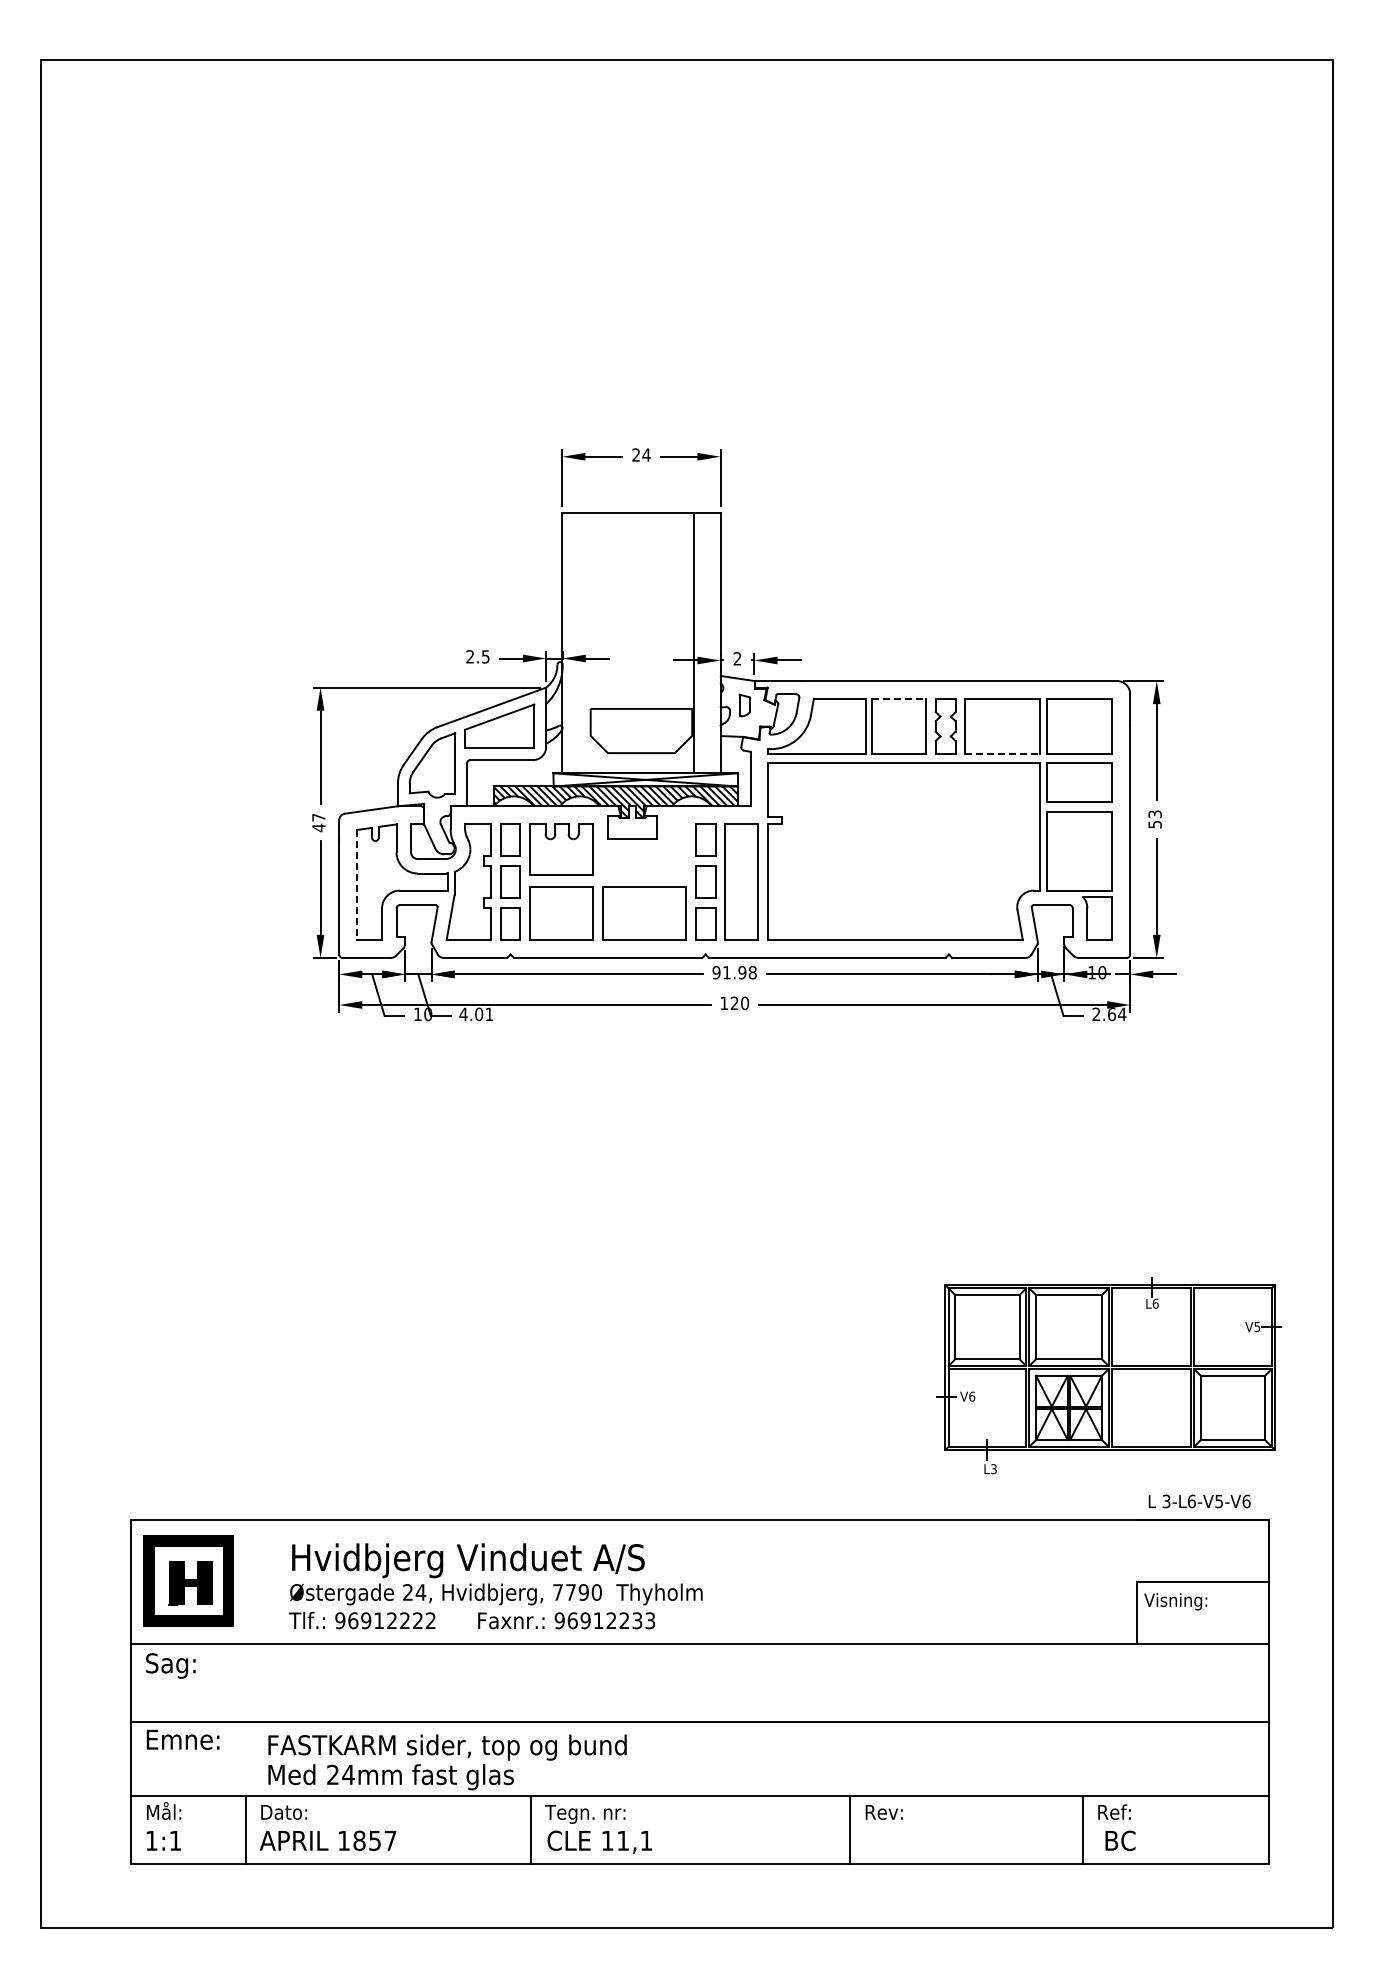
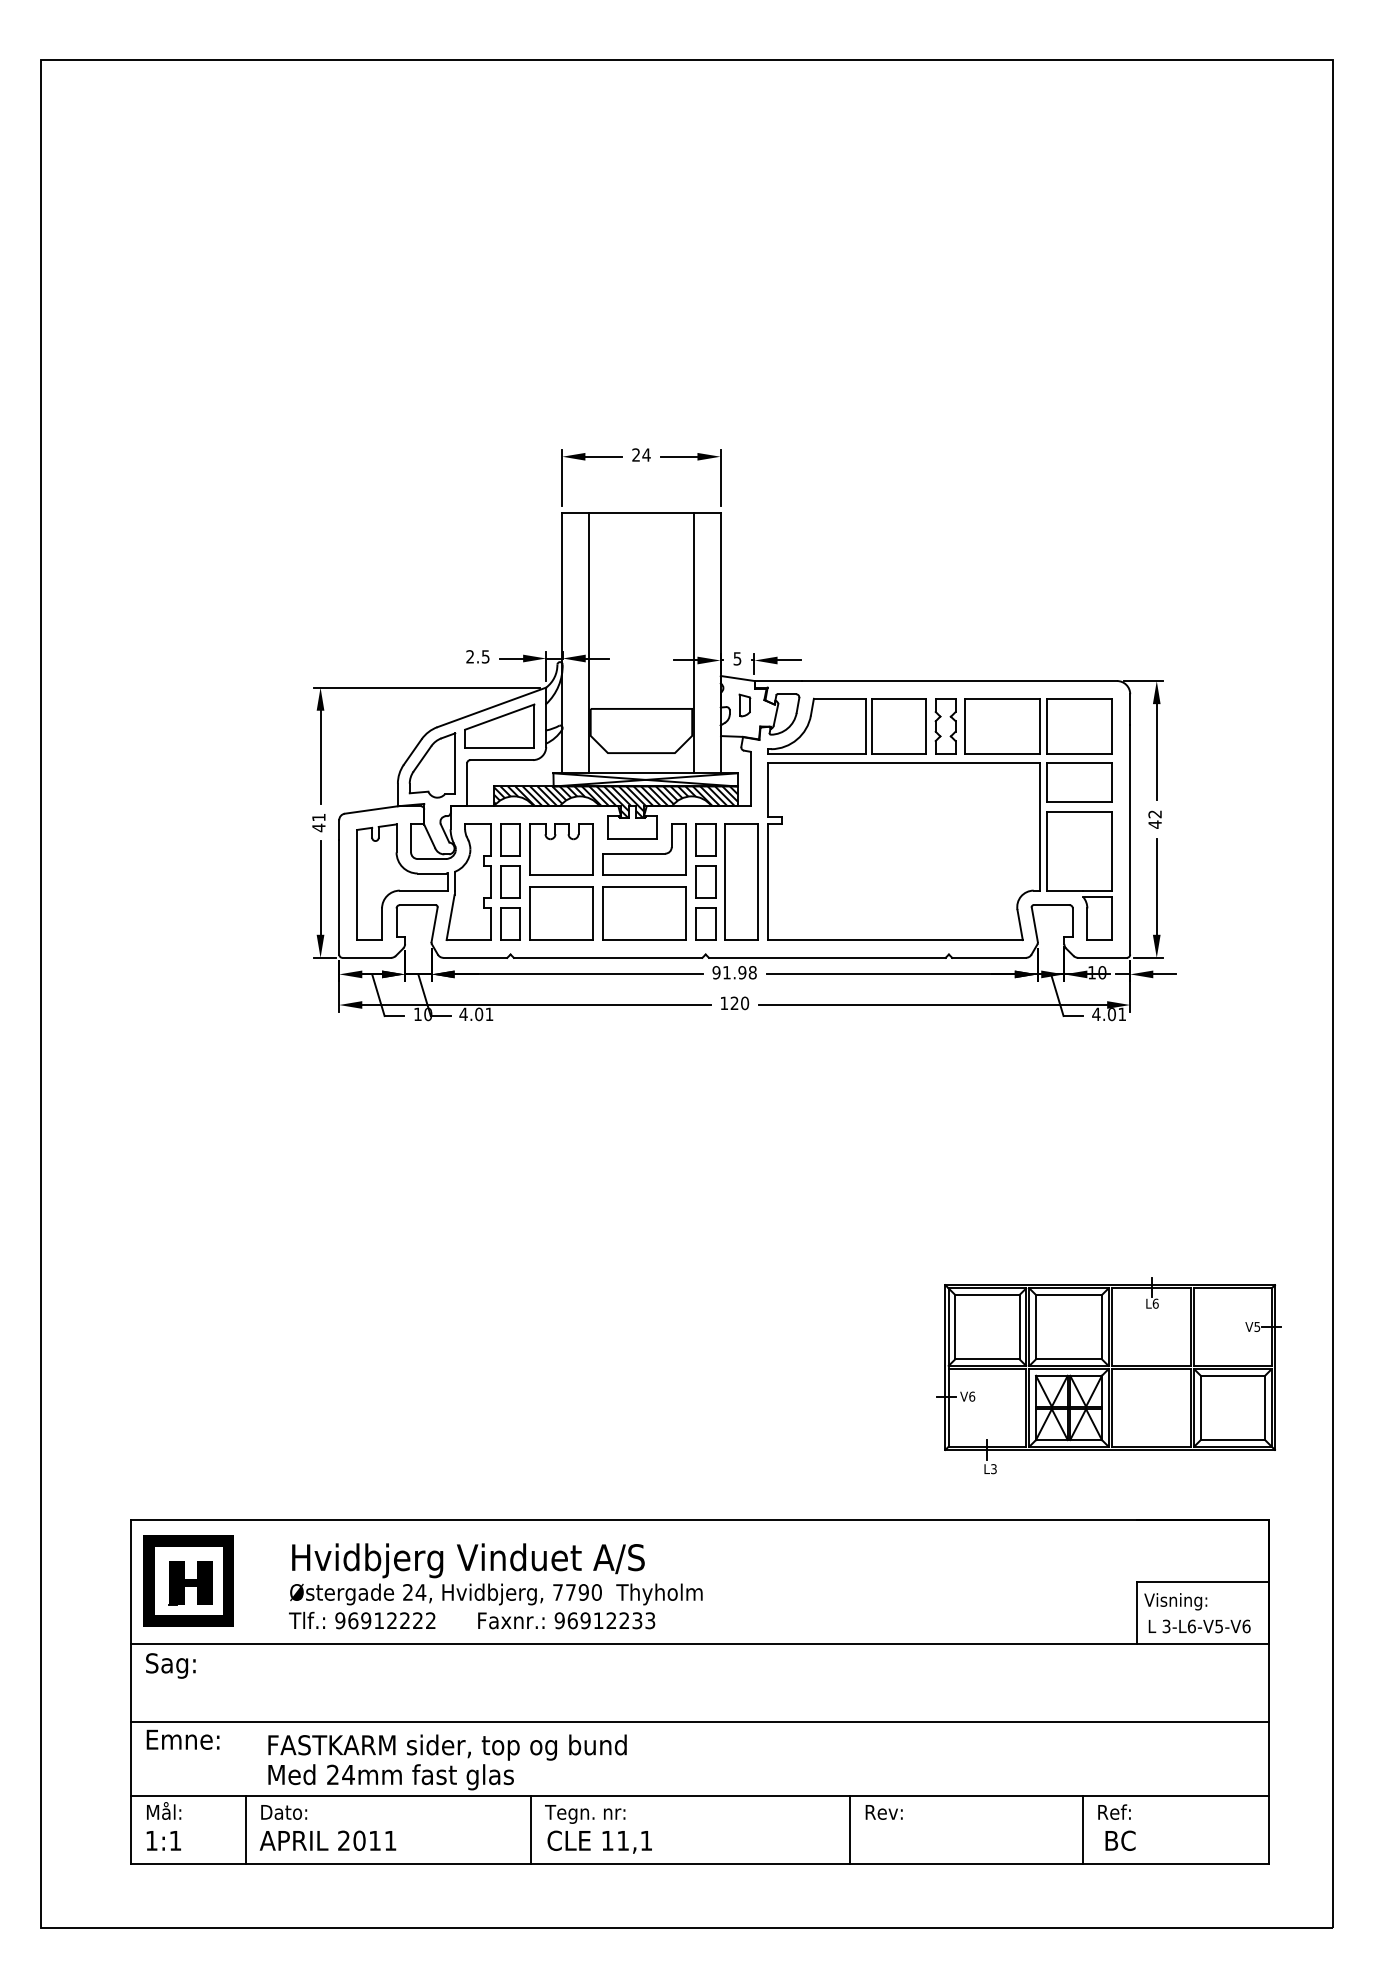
line at (588, 642): none -> present
text at (737, 658): 2 -> 5
line at (899, 698): dashed -> solid
line at (1003, 753): dashed -> solid
text at (318, 817): 47 -> 41
text at (1154, 819): 53 -> 42
part at (644, 849): none -> present
line at (357, 885): dashed -> solid
text at (1109, 1013): 2.64 -> 4.01
text at (1199, 1501) position: (1199, 1501) -> (1199, 1626)
text at (367, 1840): 1857 -> 2011
